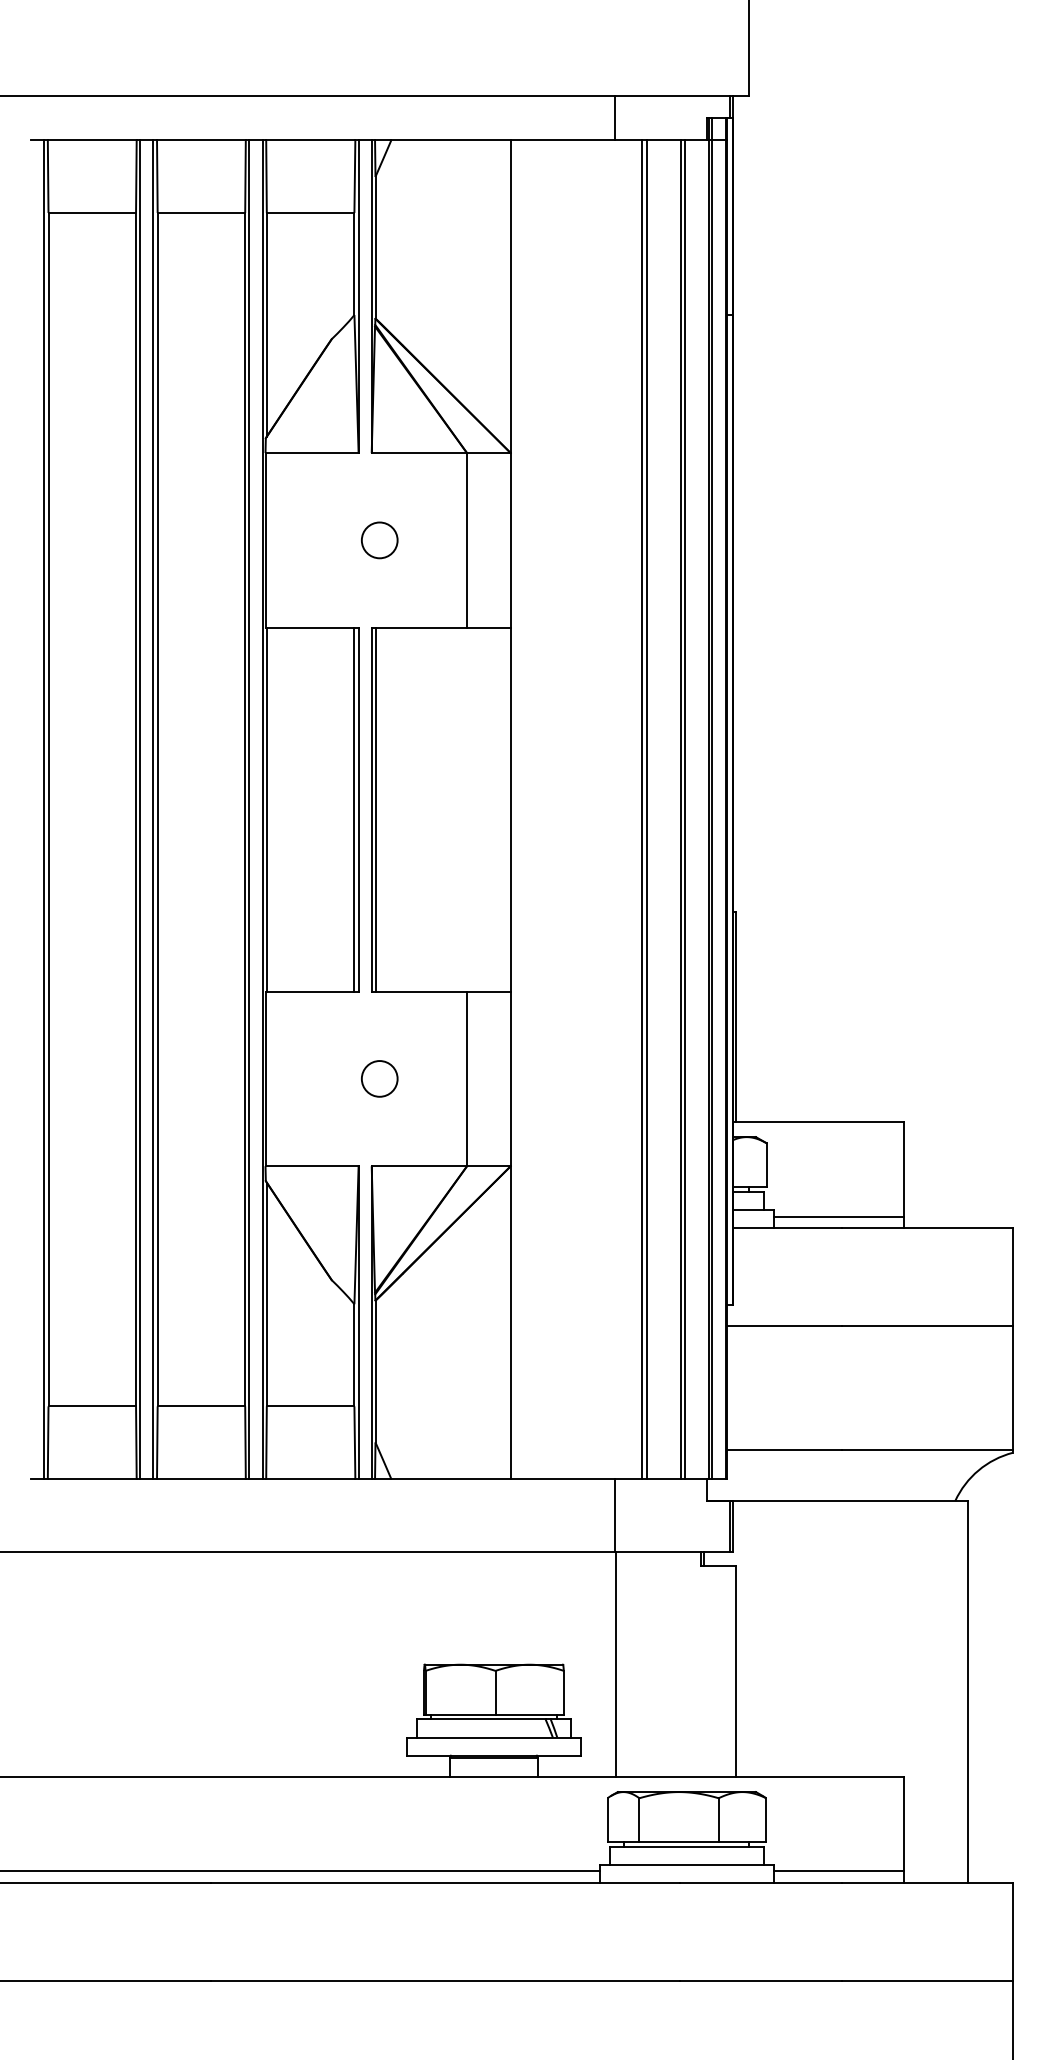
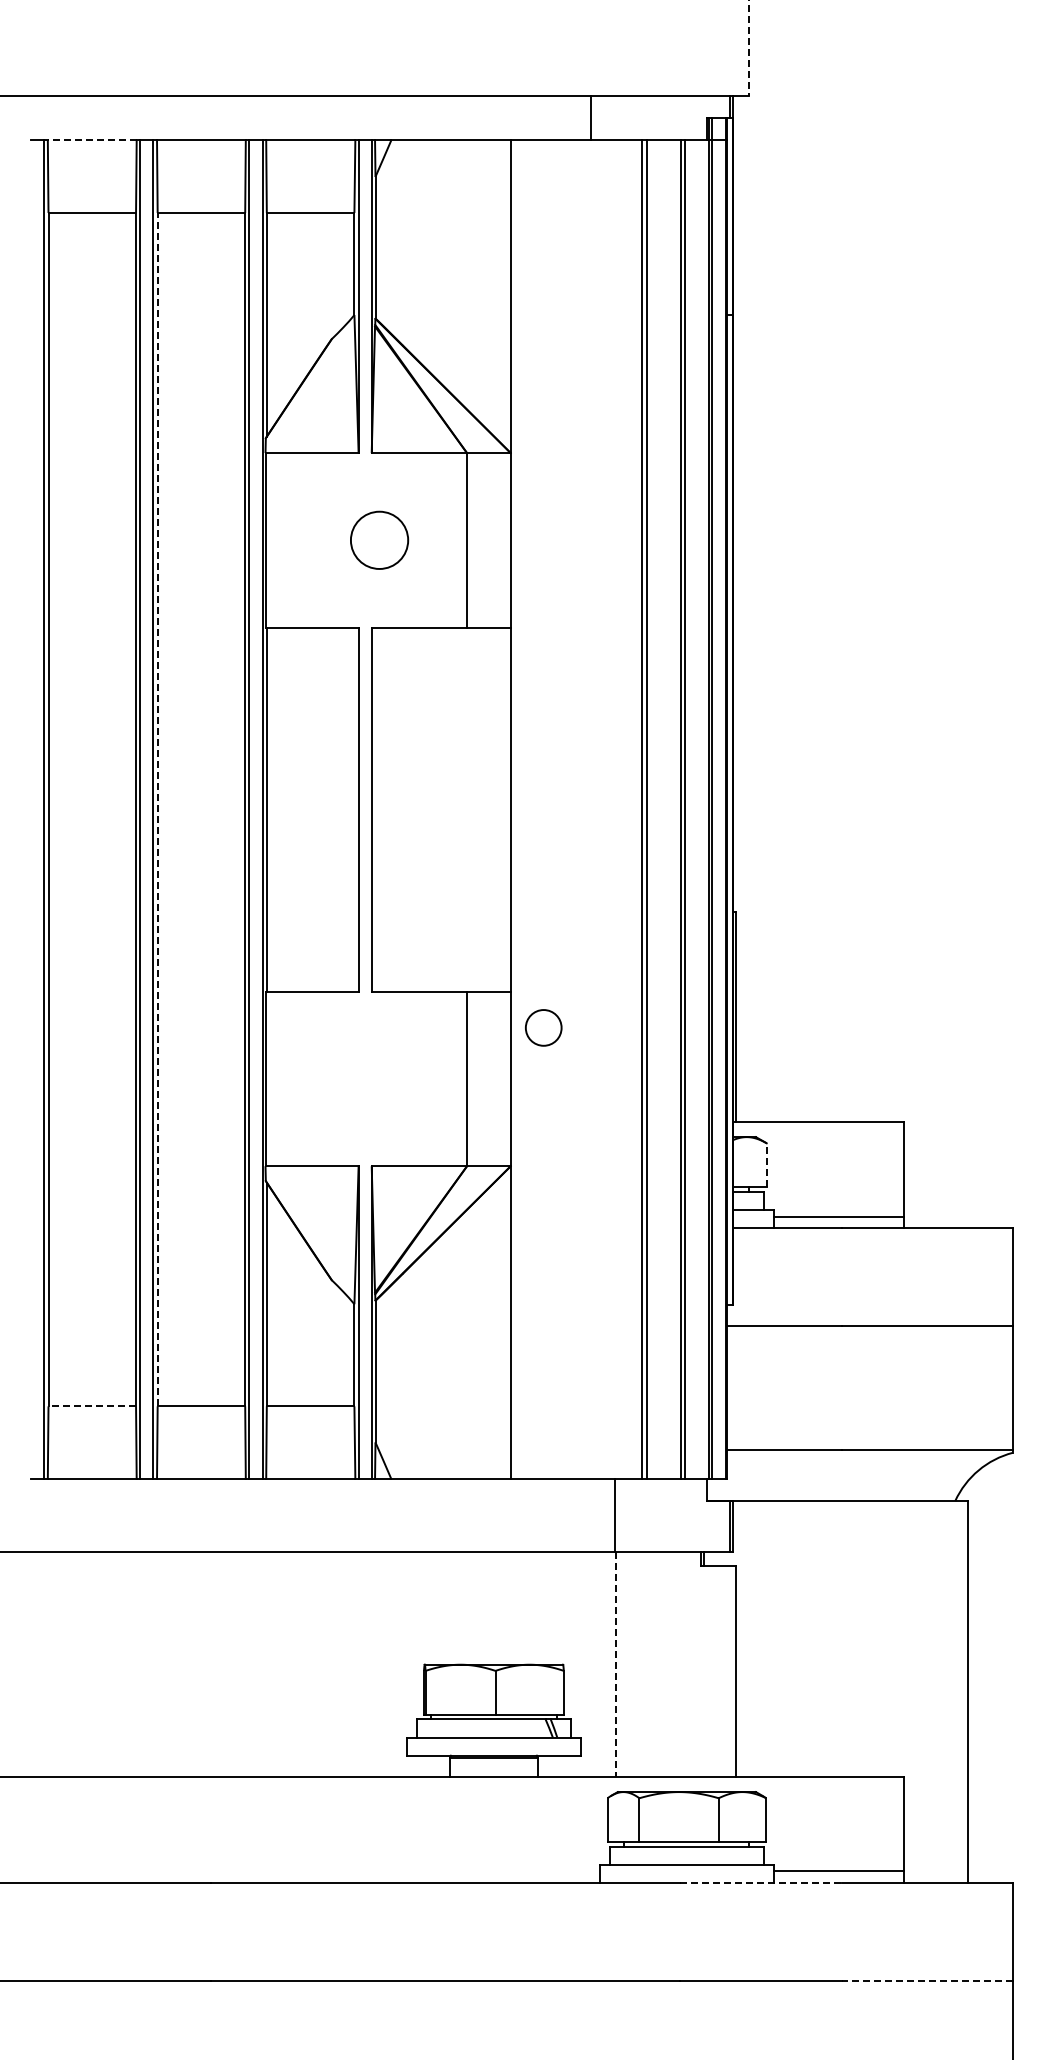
line at (749, 48): solid -> dashed
line at (614, 117) position: (614, 117) -> (590, 117)
line at (91, 140): solid -> dashed
circle at (379, 540) size: 38x39 px -> 60x60 px
line at (157, 809): solid -> dashed
line at (354, 809): present -> none
line at (375, 809): present -> none
circle at (379, 1078) position: (379, 1078) -> (543, 1027)
line at (766, 1164): solid -> dashed
line at (92, 1406): solid -> dashed
line at (615, 1664): solid -> dashed
line at (300, 1871): present -> none
line at (760, 1883): solid -> dashed
line at (927, 1981): solid -> dashed
